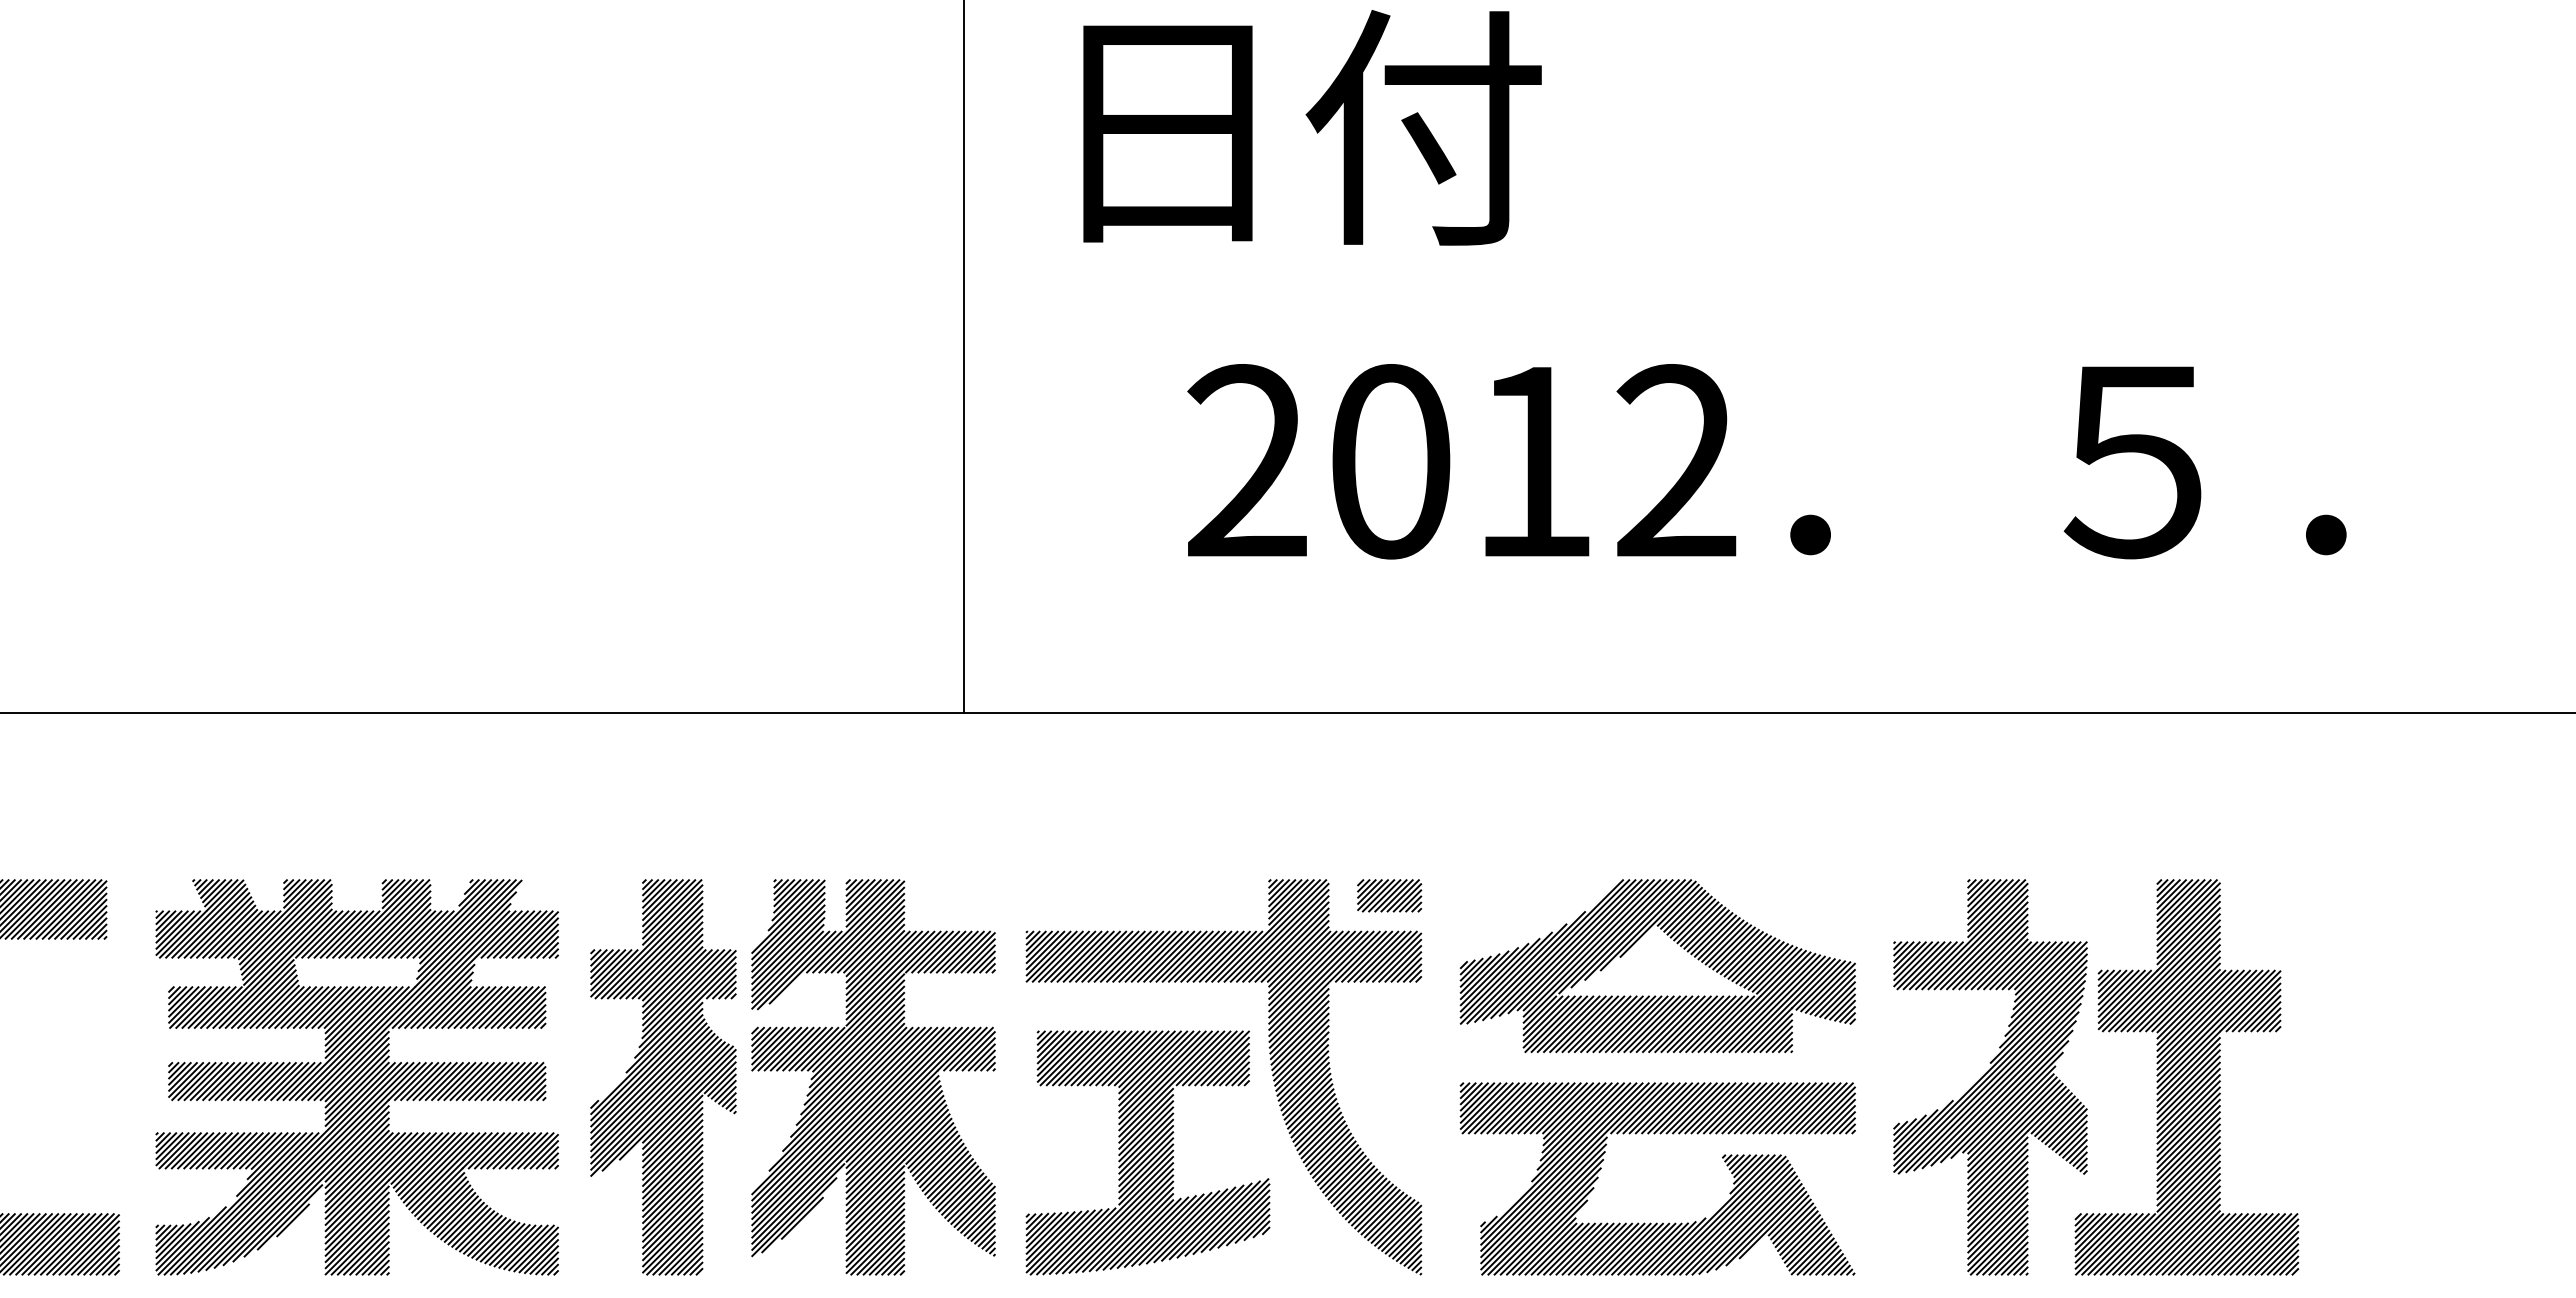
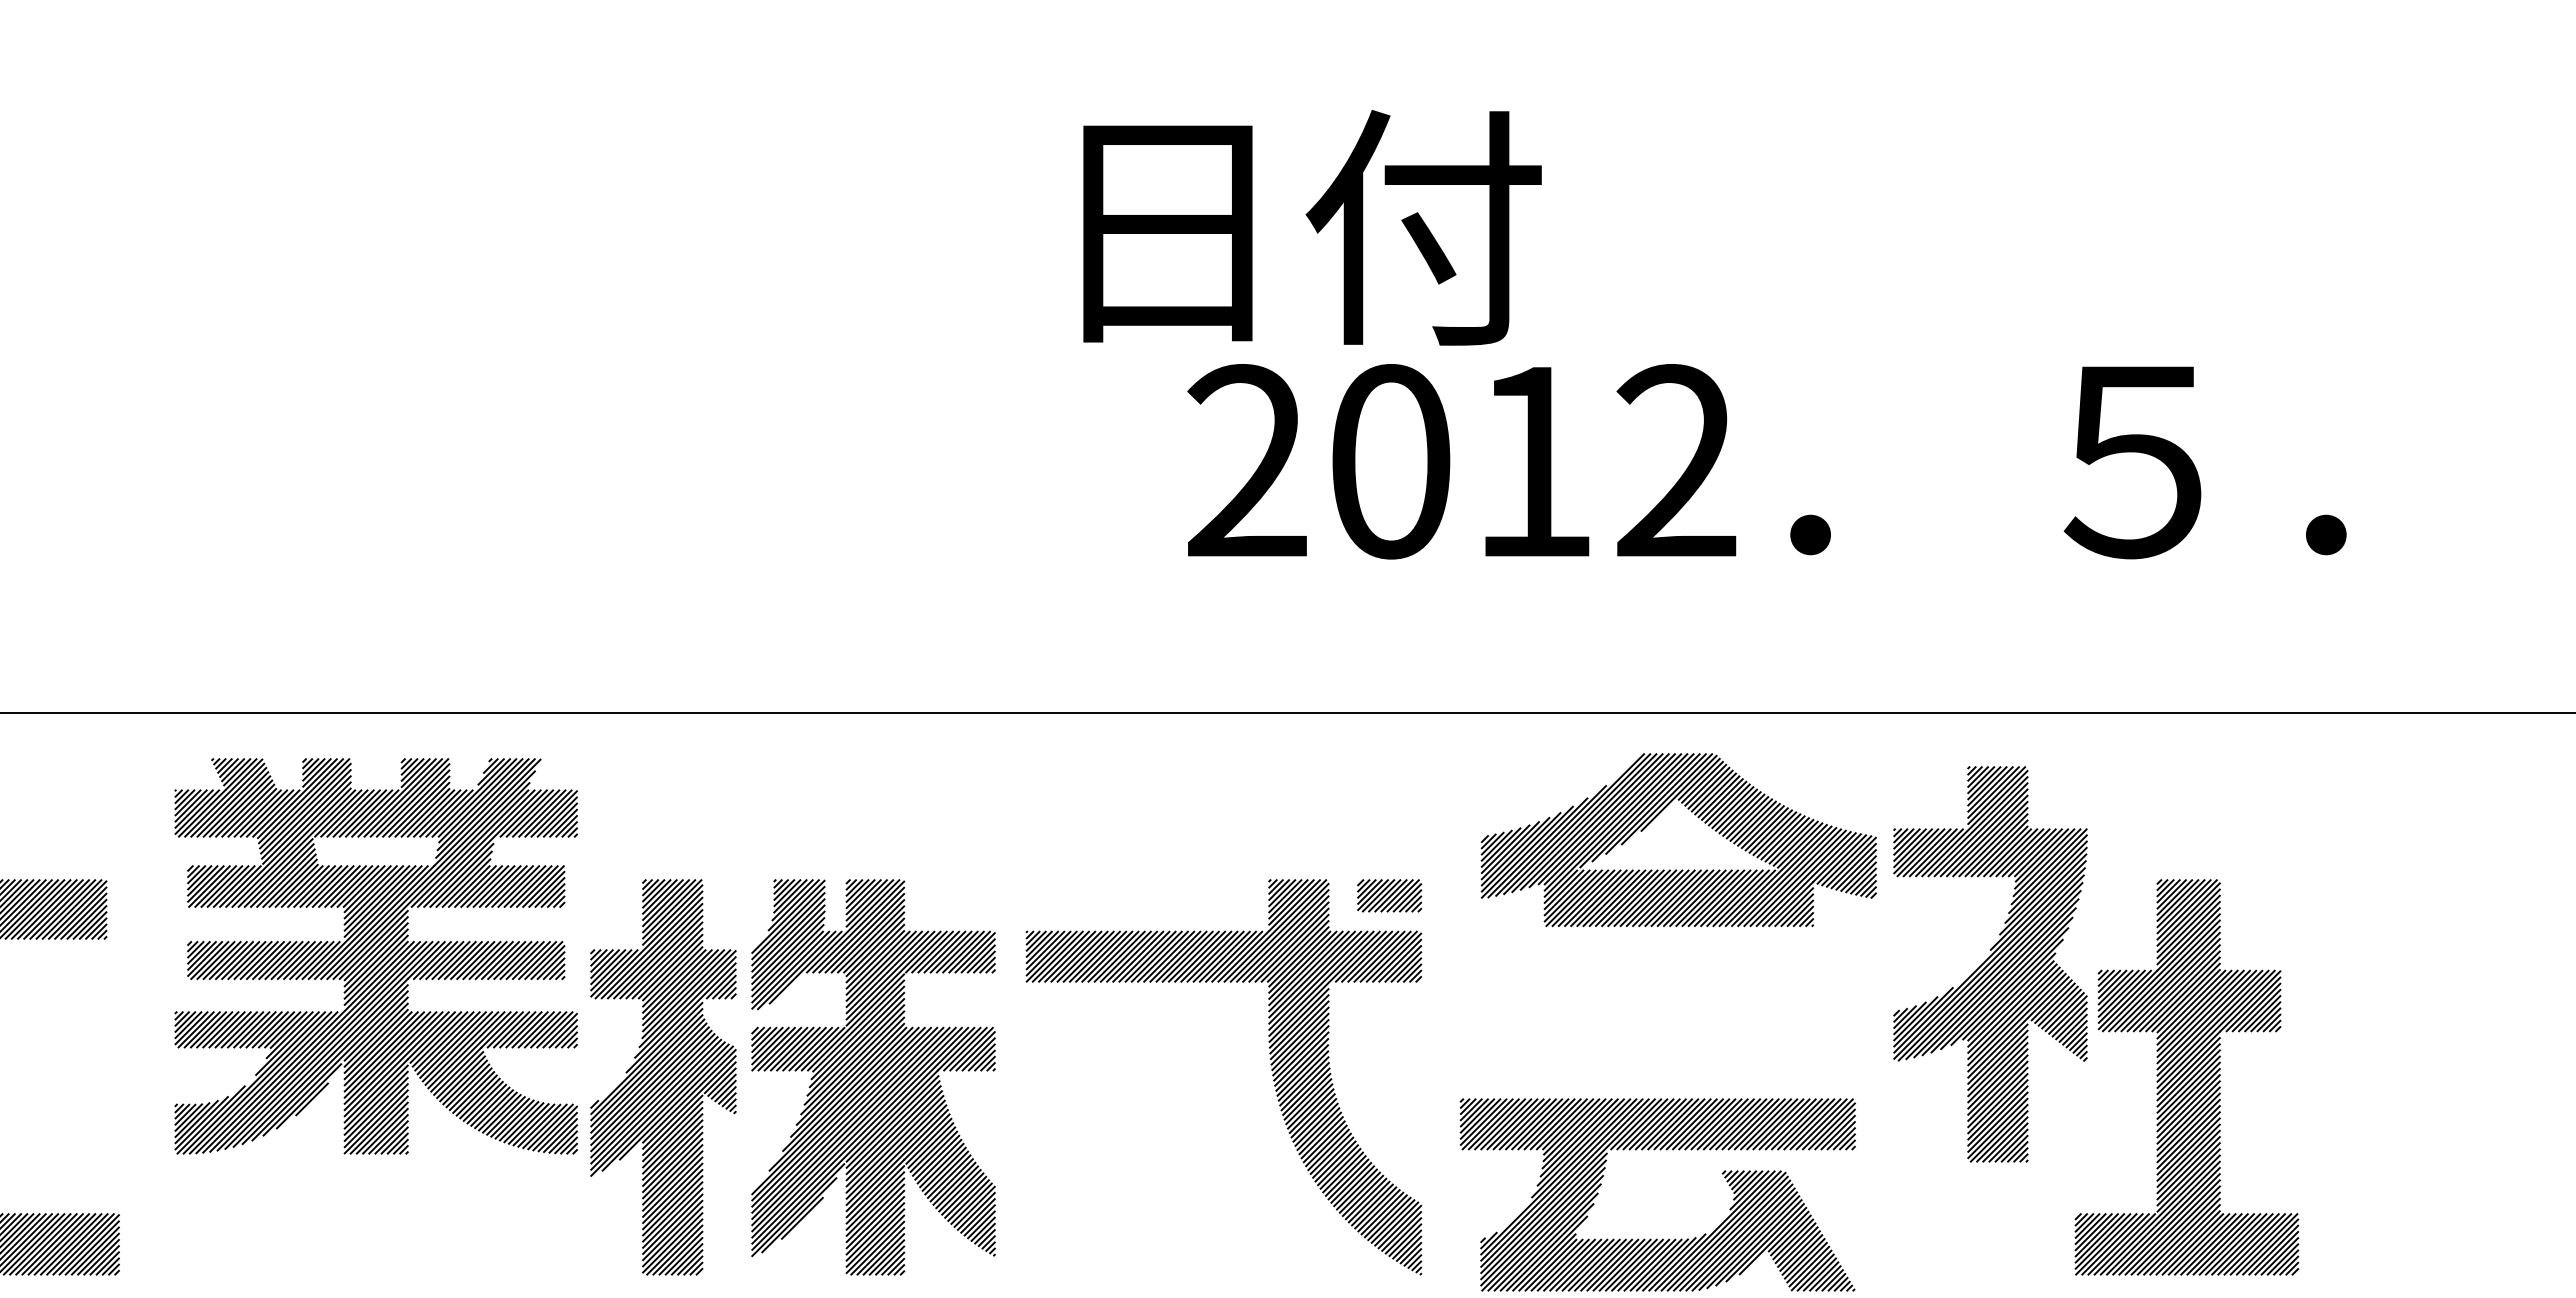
text at (1312, 127) position: (1312, 127) -> (1312, 227)
line at (964, 357): present -> none
part at (1655, 995) position: (1655, 995) -> (1676, 869)
part at (356, 1077) position: (356, 1077) -> (375, 956)
part at (1990, 1077) position: (1990, 1077) -> (1990, 964)
part at (1147, 1152): present -> none
part at (1656, 1222) position: (1656, 1222) -> (1656, 1238)
